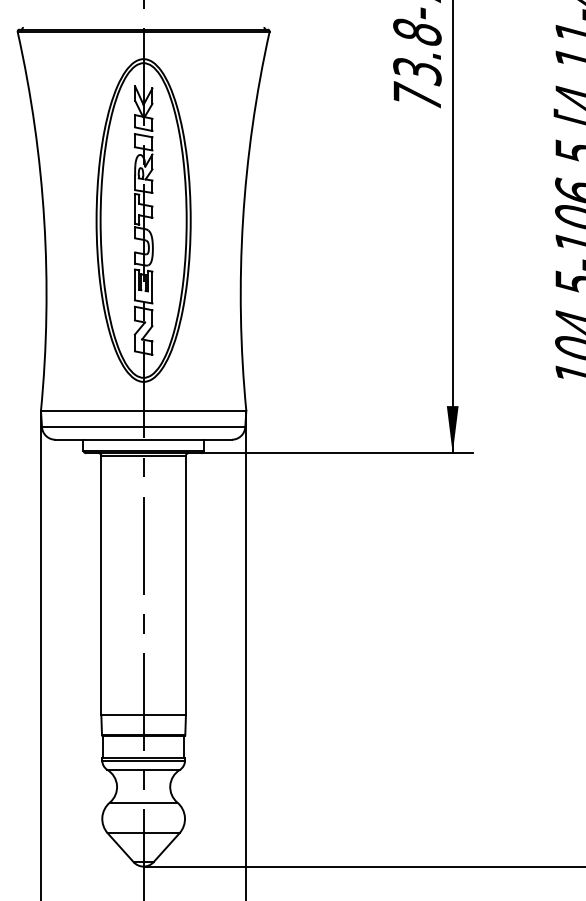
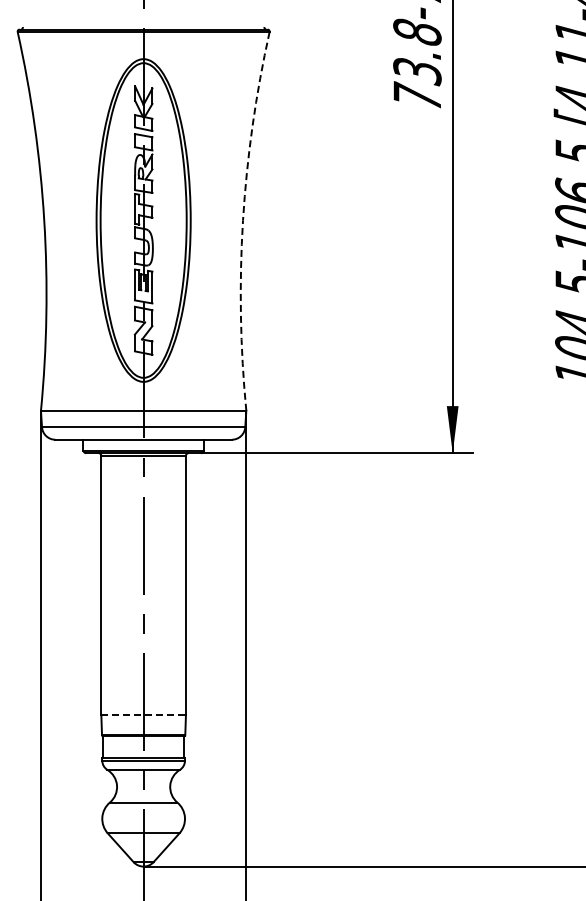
arc at (243, 220): solid -> dashed
line at (144, 715): solid -> dashed
